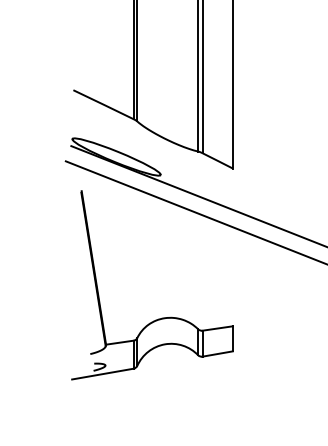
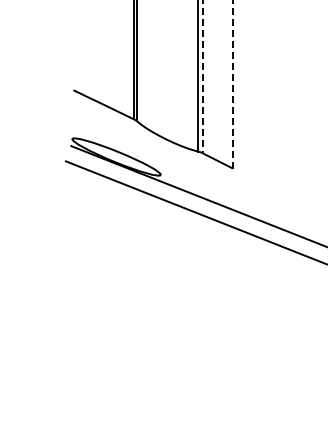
line at (202, 77): solid -> dashed
line at (232, 84): solid -> dashed
part at (162, 317): present -> none
